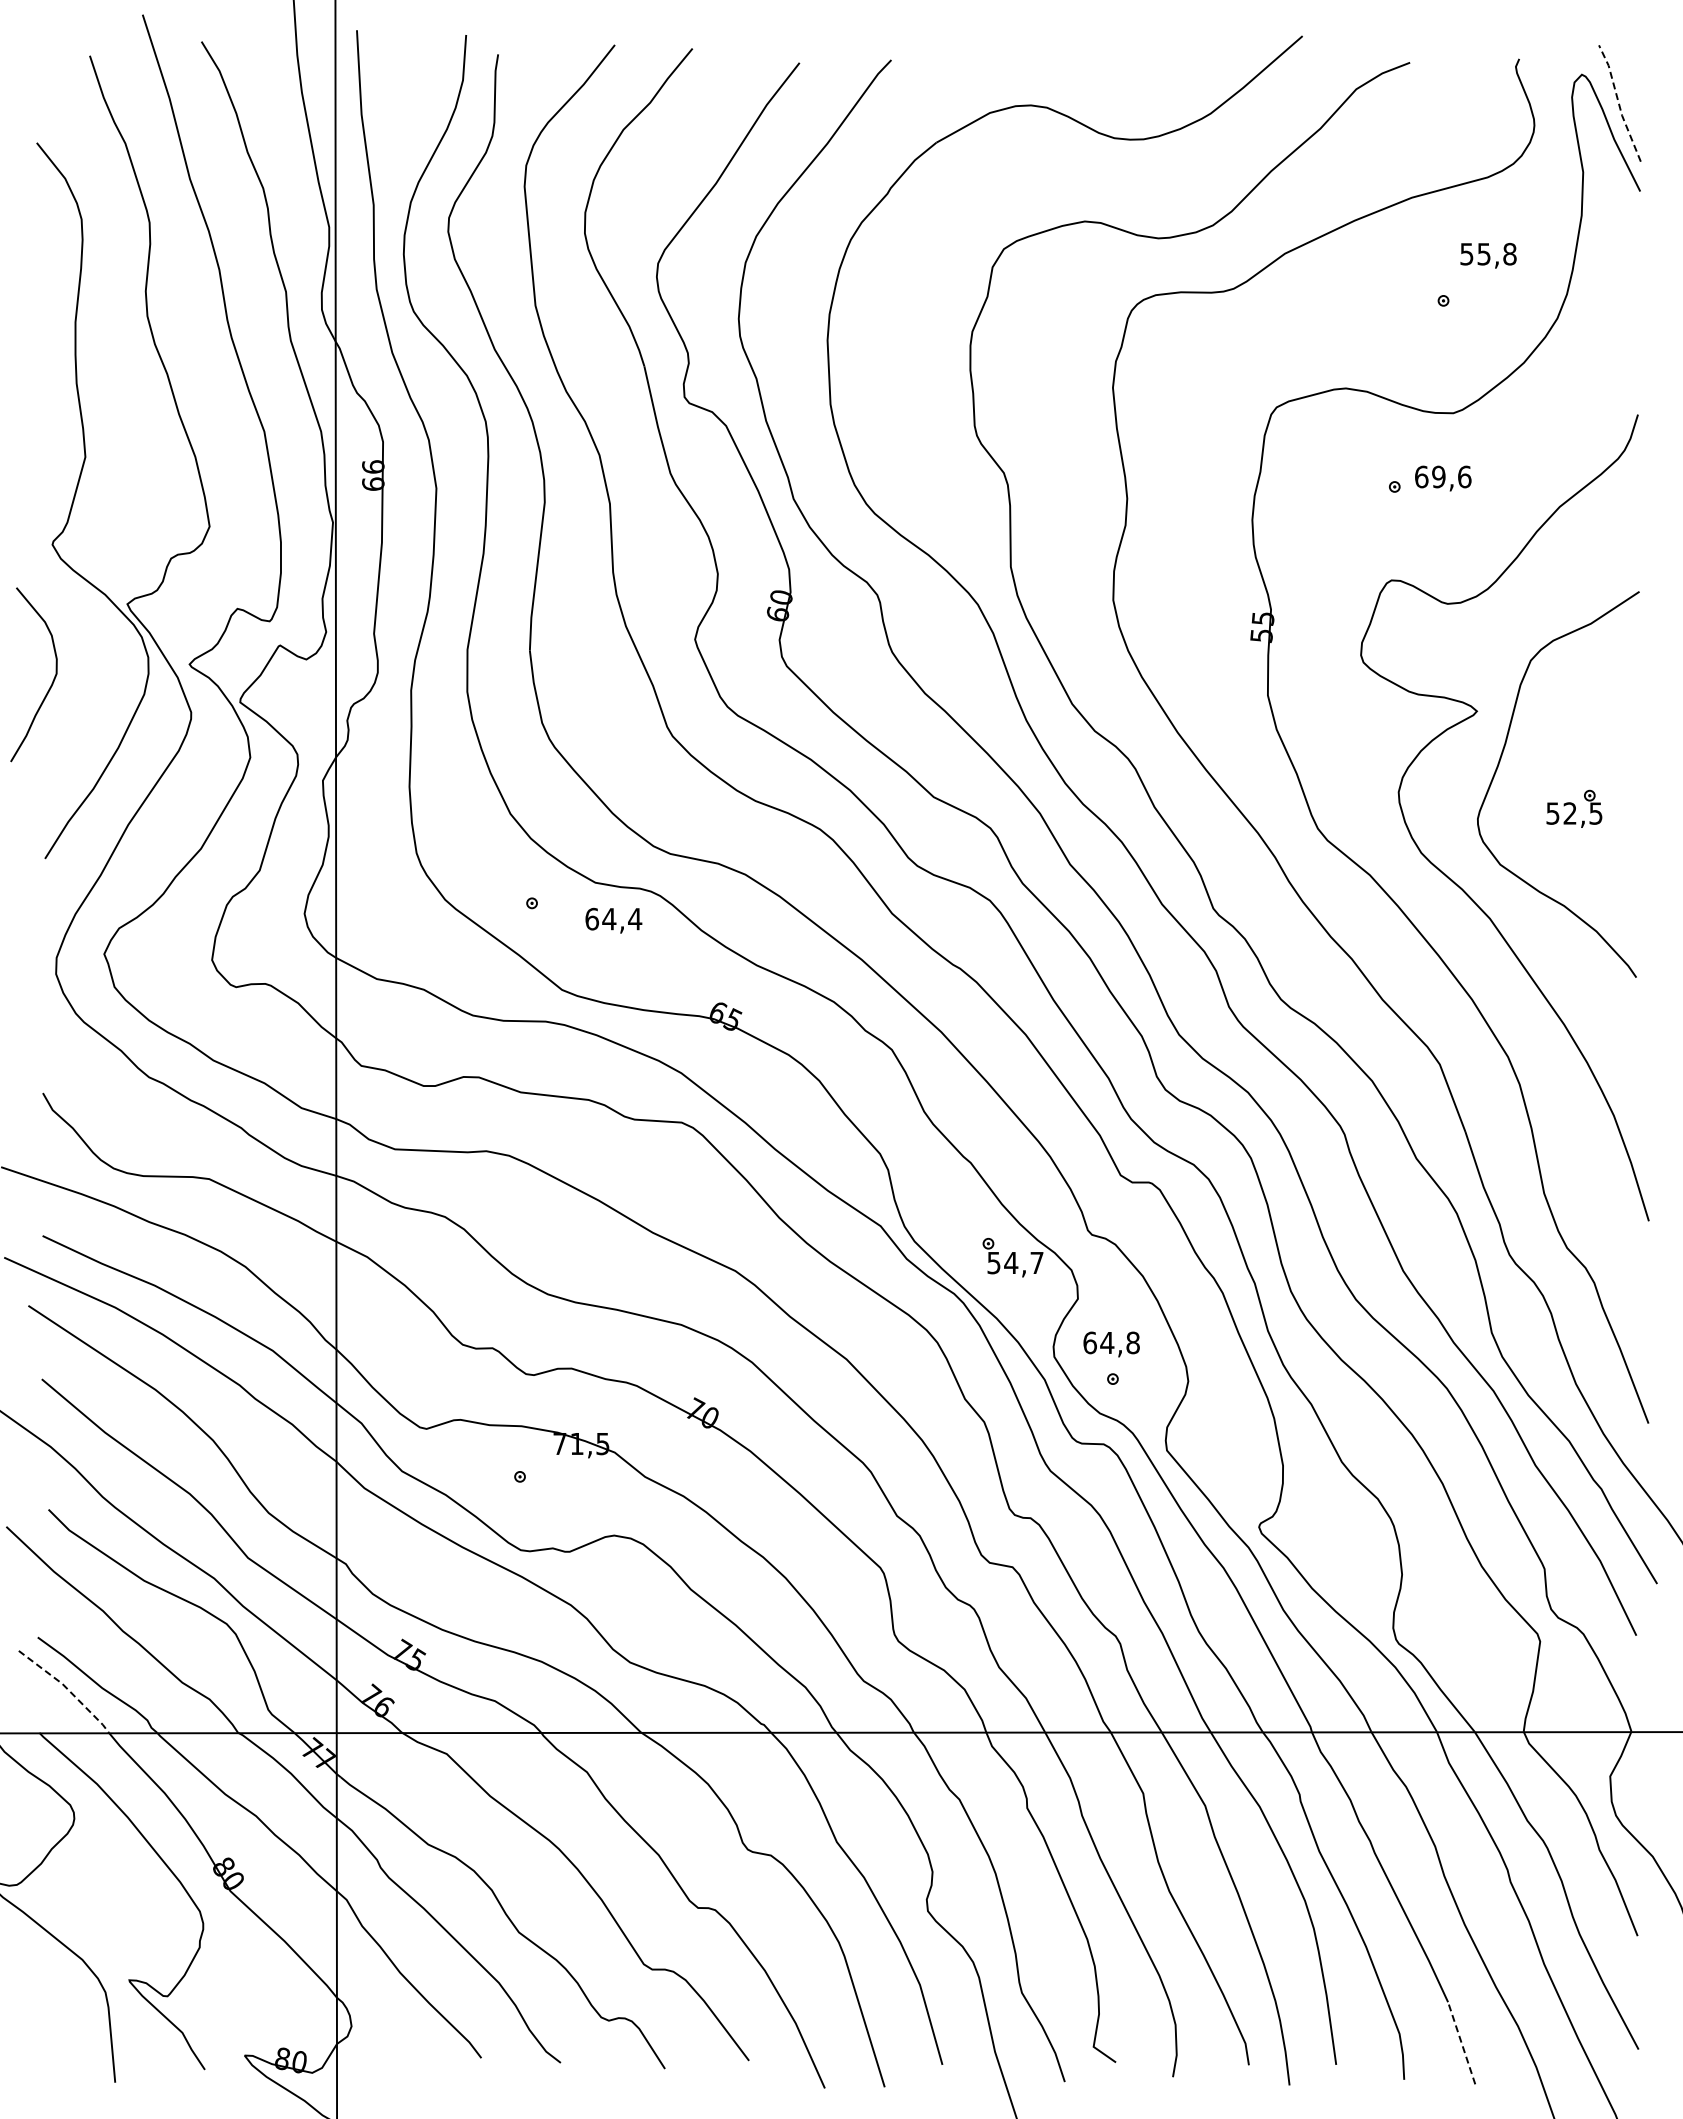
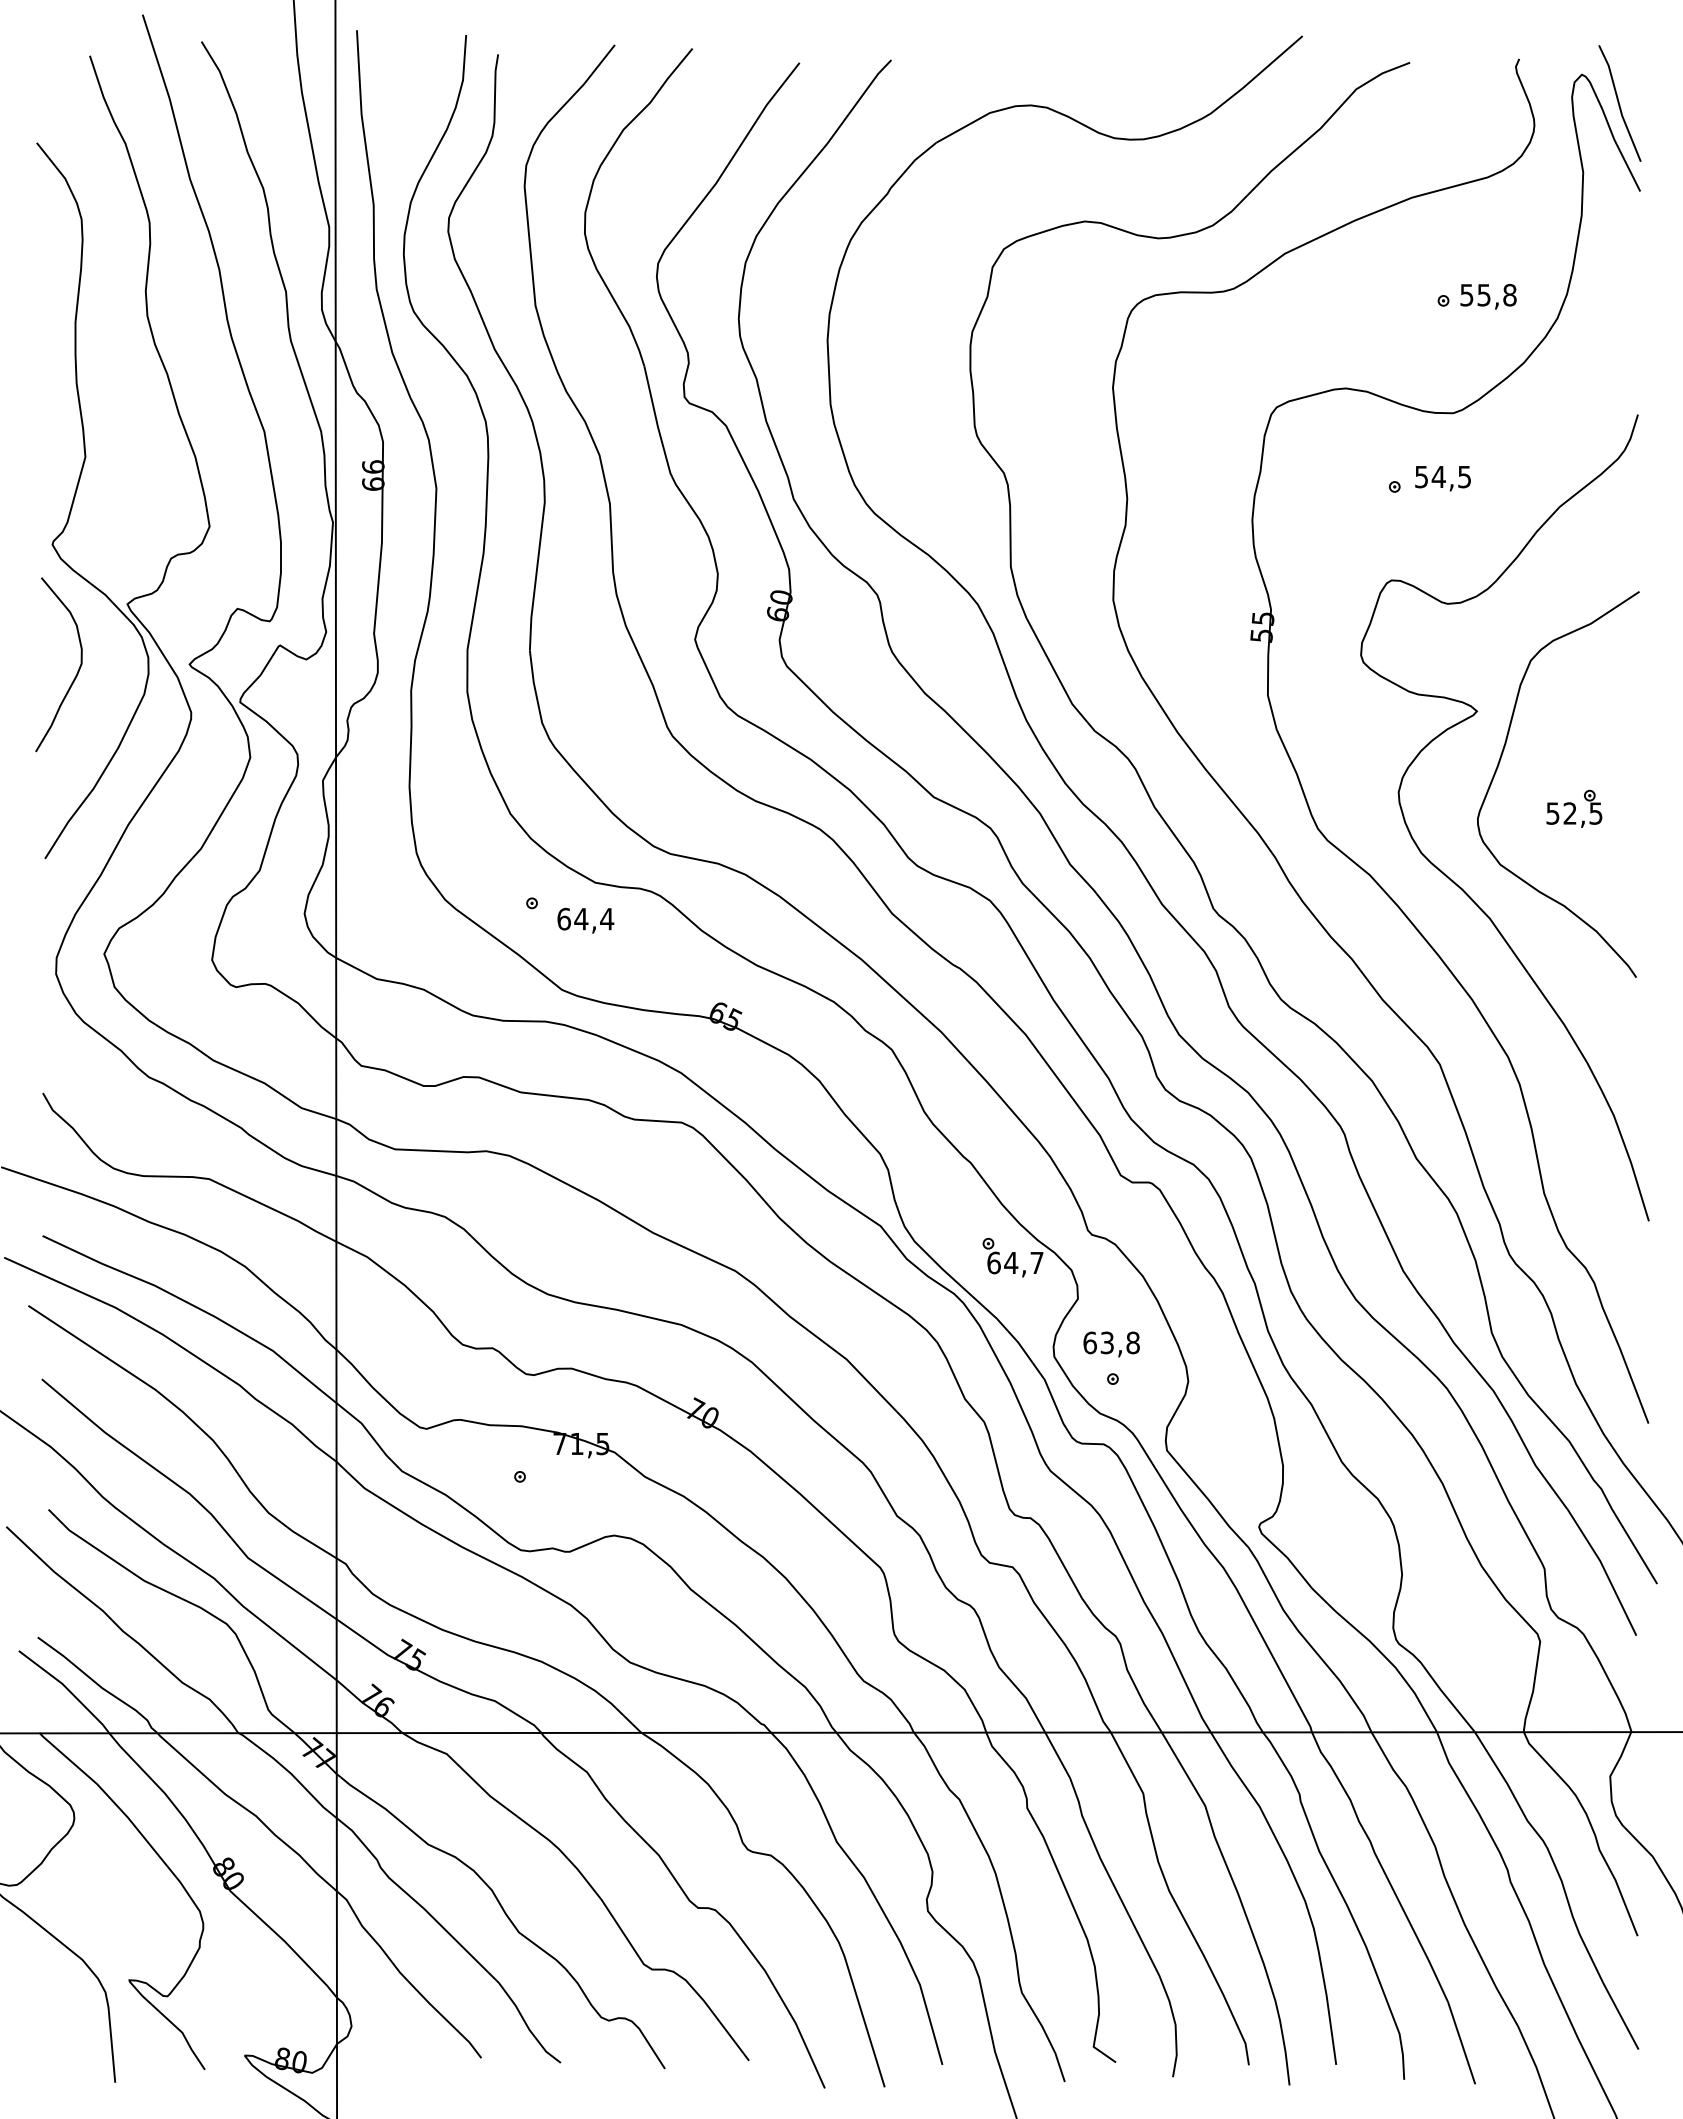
line at (1618, 103): dashed -> solid
text at (1488, 255) position: (1488, 255) -> (1488, 296)
text at (1443, 476): 69,6 -> 54,5
curve at (52, 680) position: (52, 680) -> (77, 670)
text at (613, 920) position: (613, 920) -> (585, 920)
text at (993, 1262): 54,7 -> 64,7
text at (1107, 1342): 64,8 -> 63,8
line at (67, 1688): dashed -> solid
line at (1461, 2042): dashed -> solid
